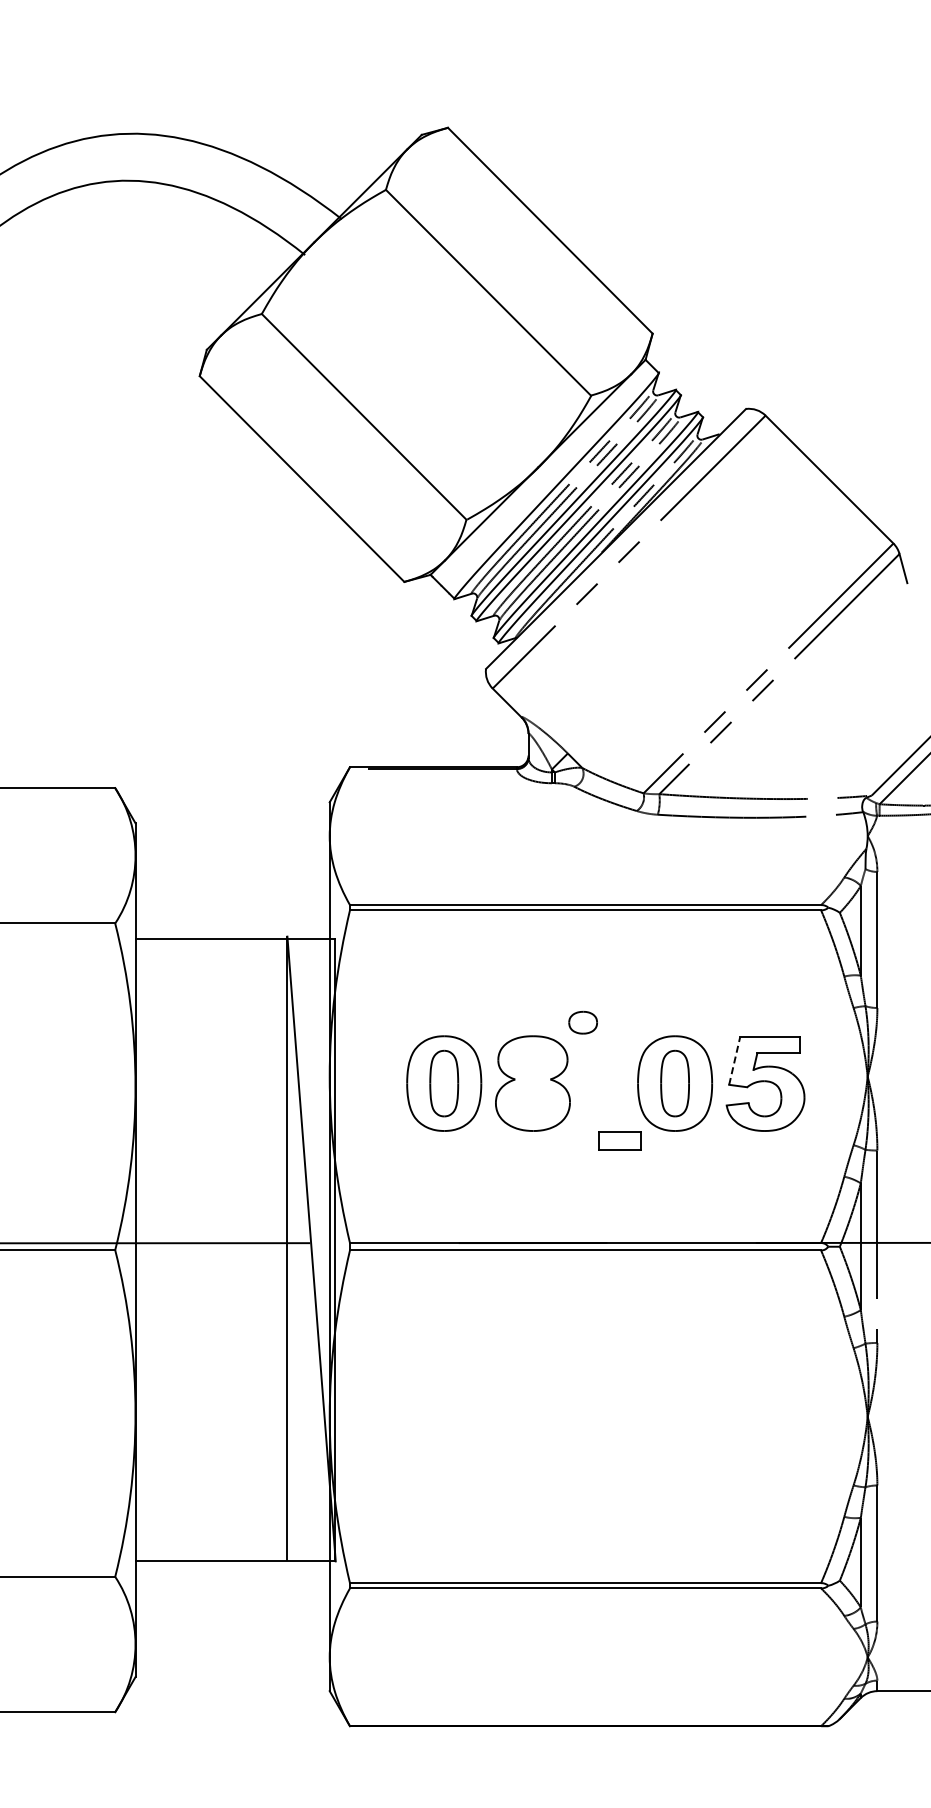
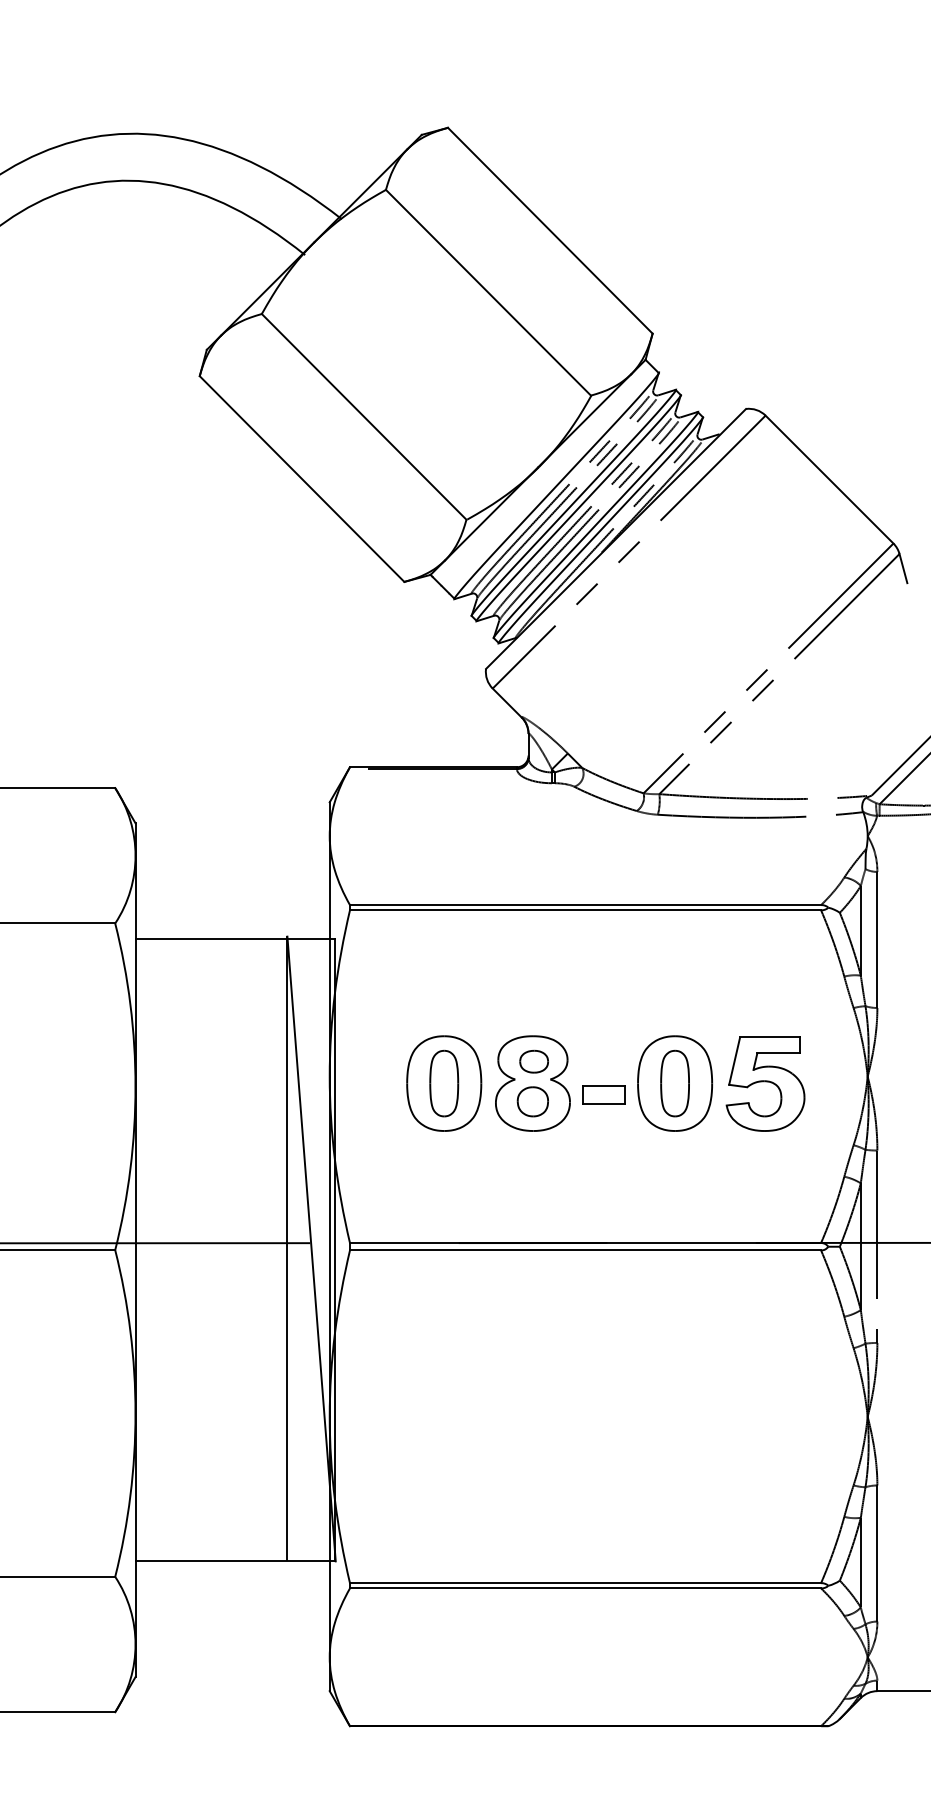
part at (582, 1022) position: (582, 1022) -> (533, 1061)
line at (734, 1060): dashed -> solid
part at (532, 1101): none -> present
part at (619, 1140) position: (619, 1140) -> (603, 1094)
